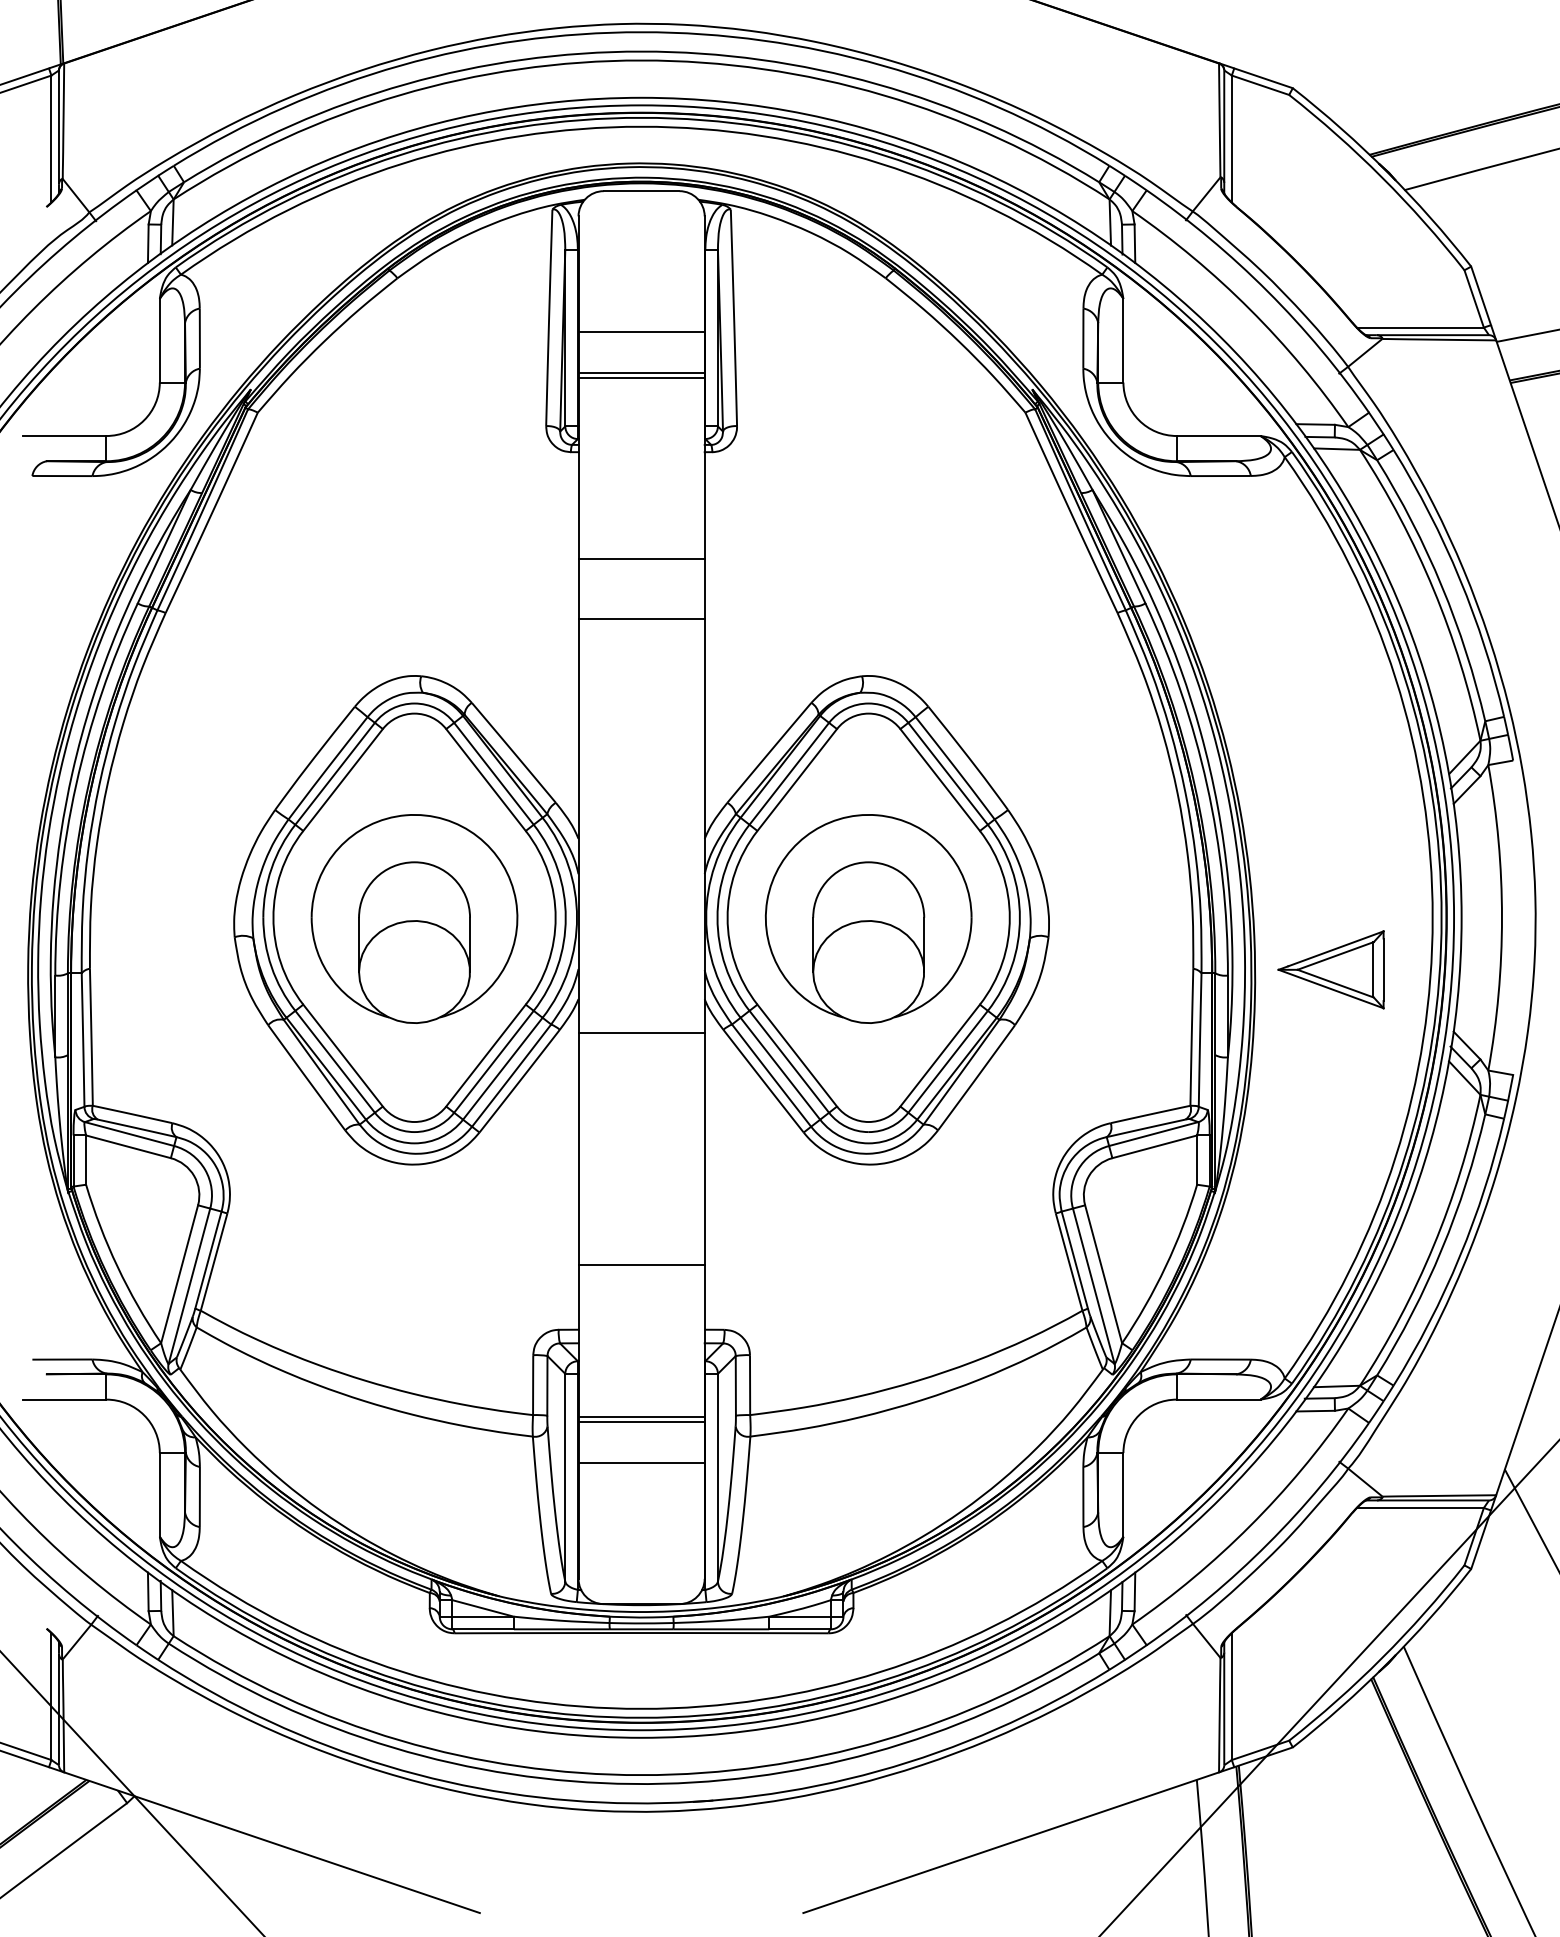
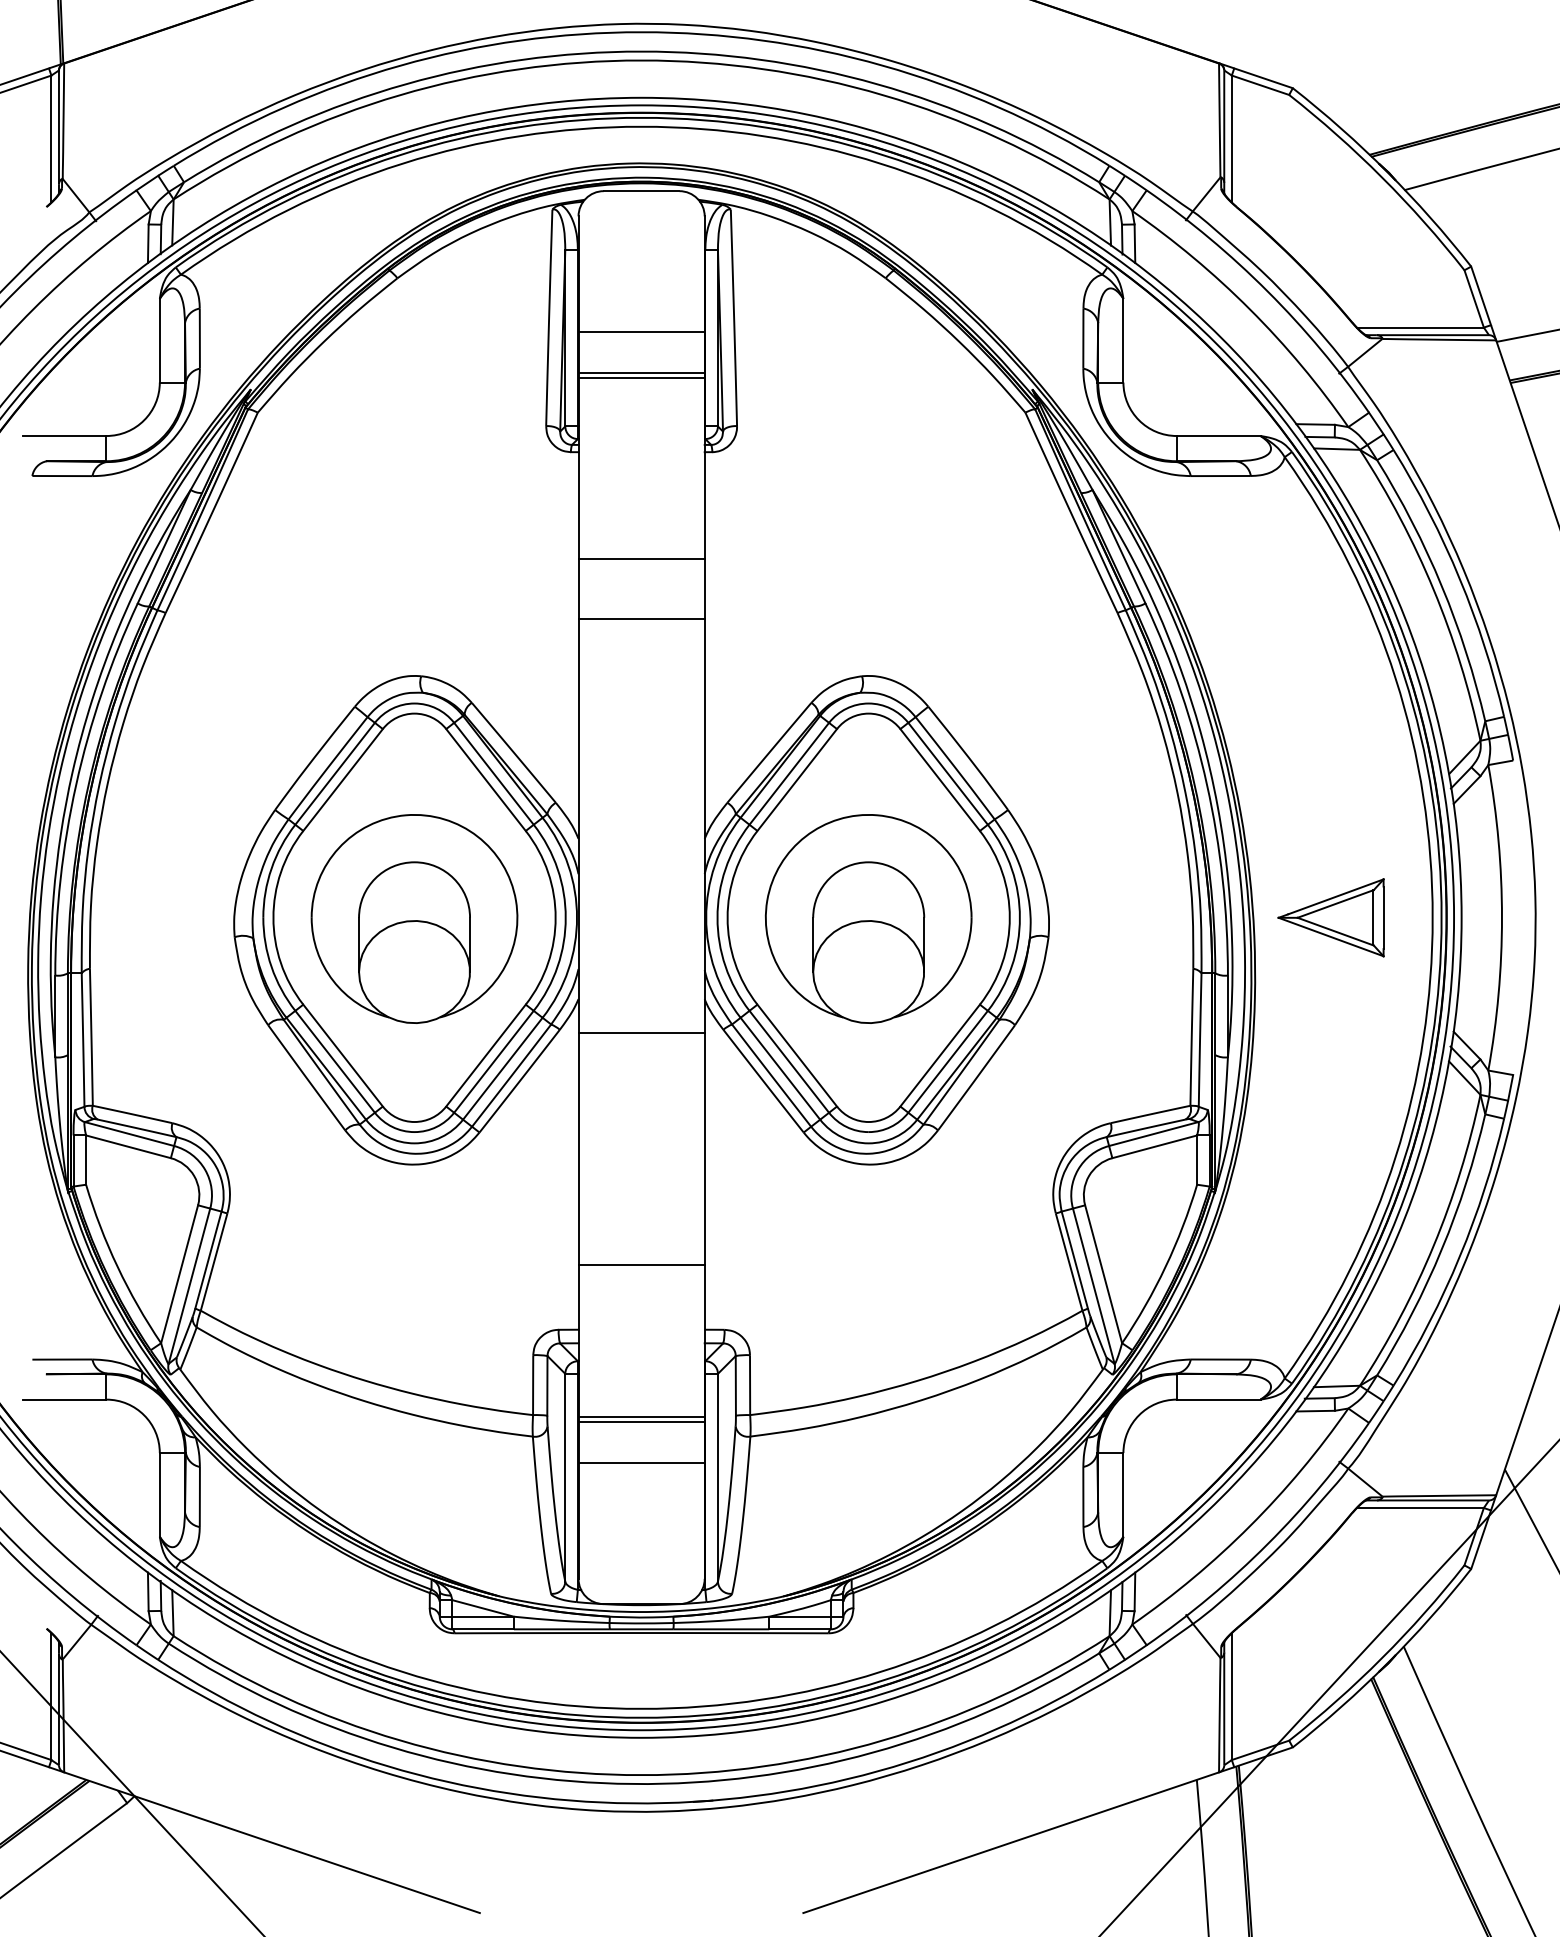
part at (1330, 969) position: (1330, 969) -> (1330, 917)
